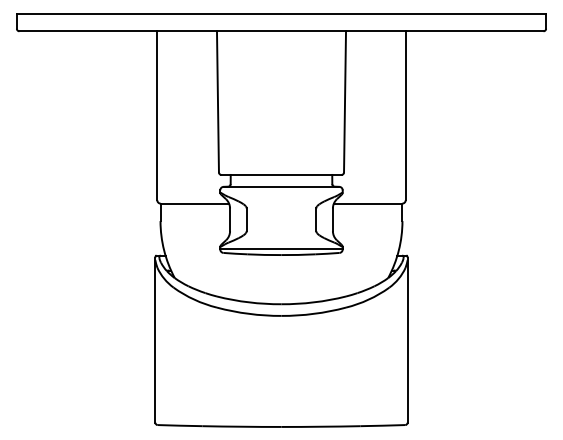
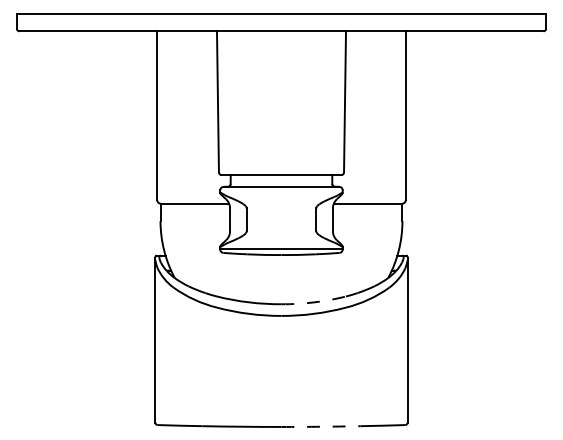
arc at (313, 302): solid -> dashed
arc at (321, 426): solid -> dashed
